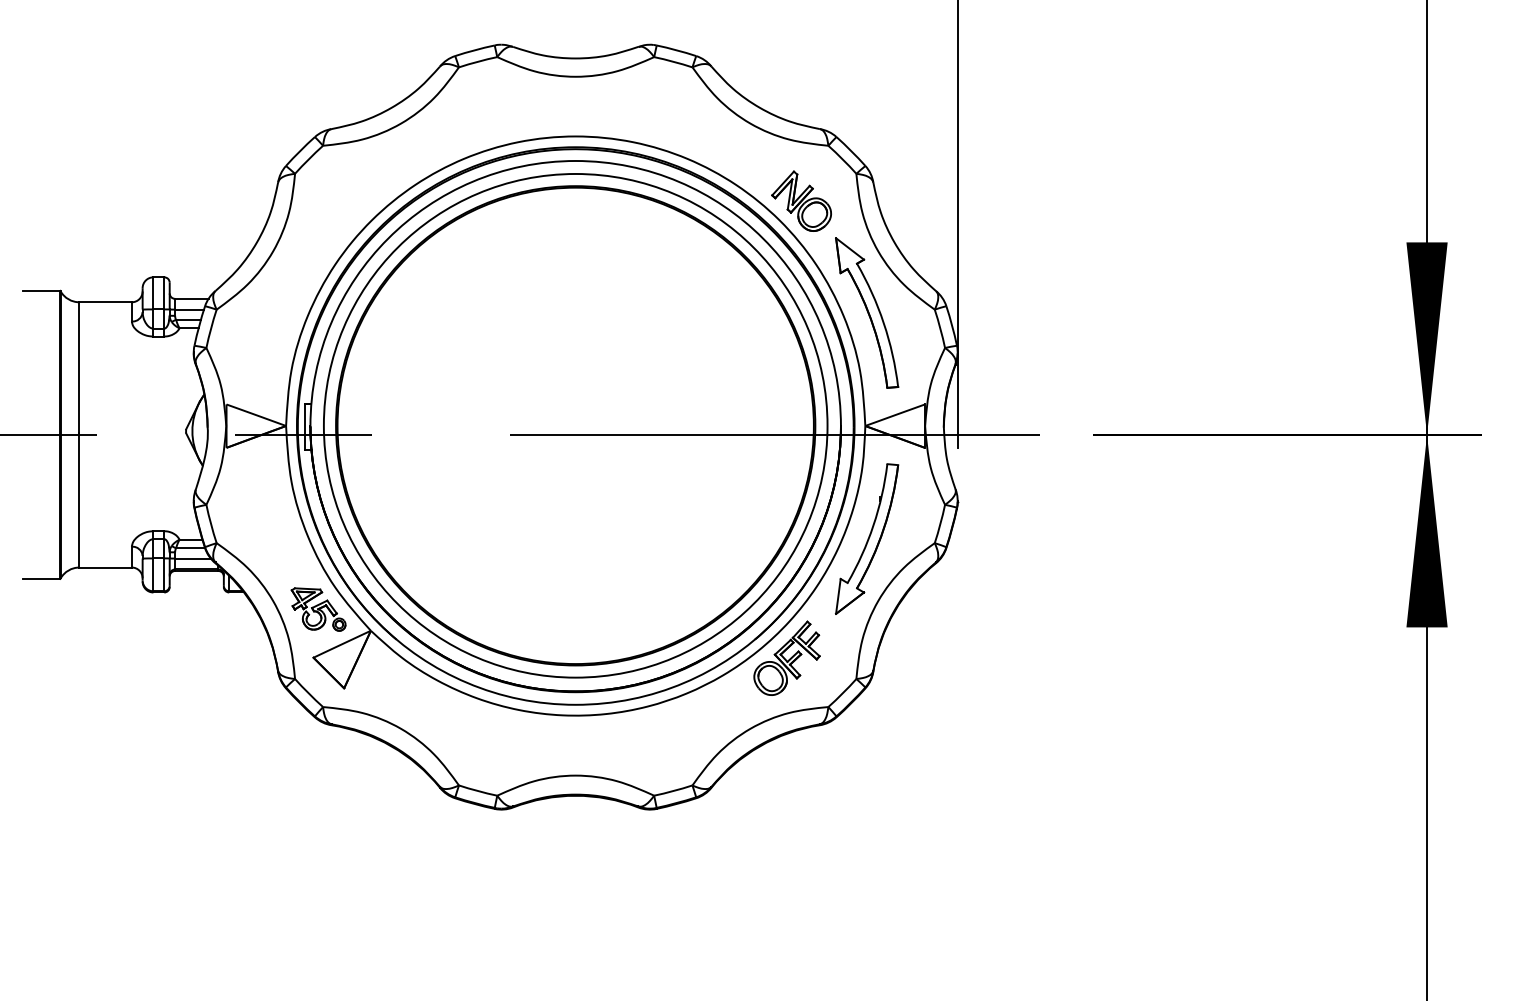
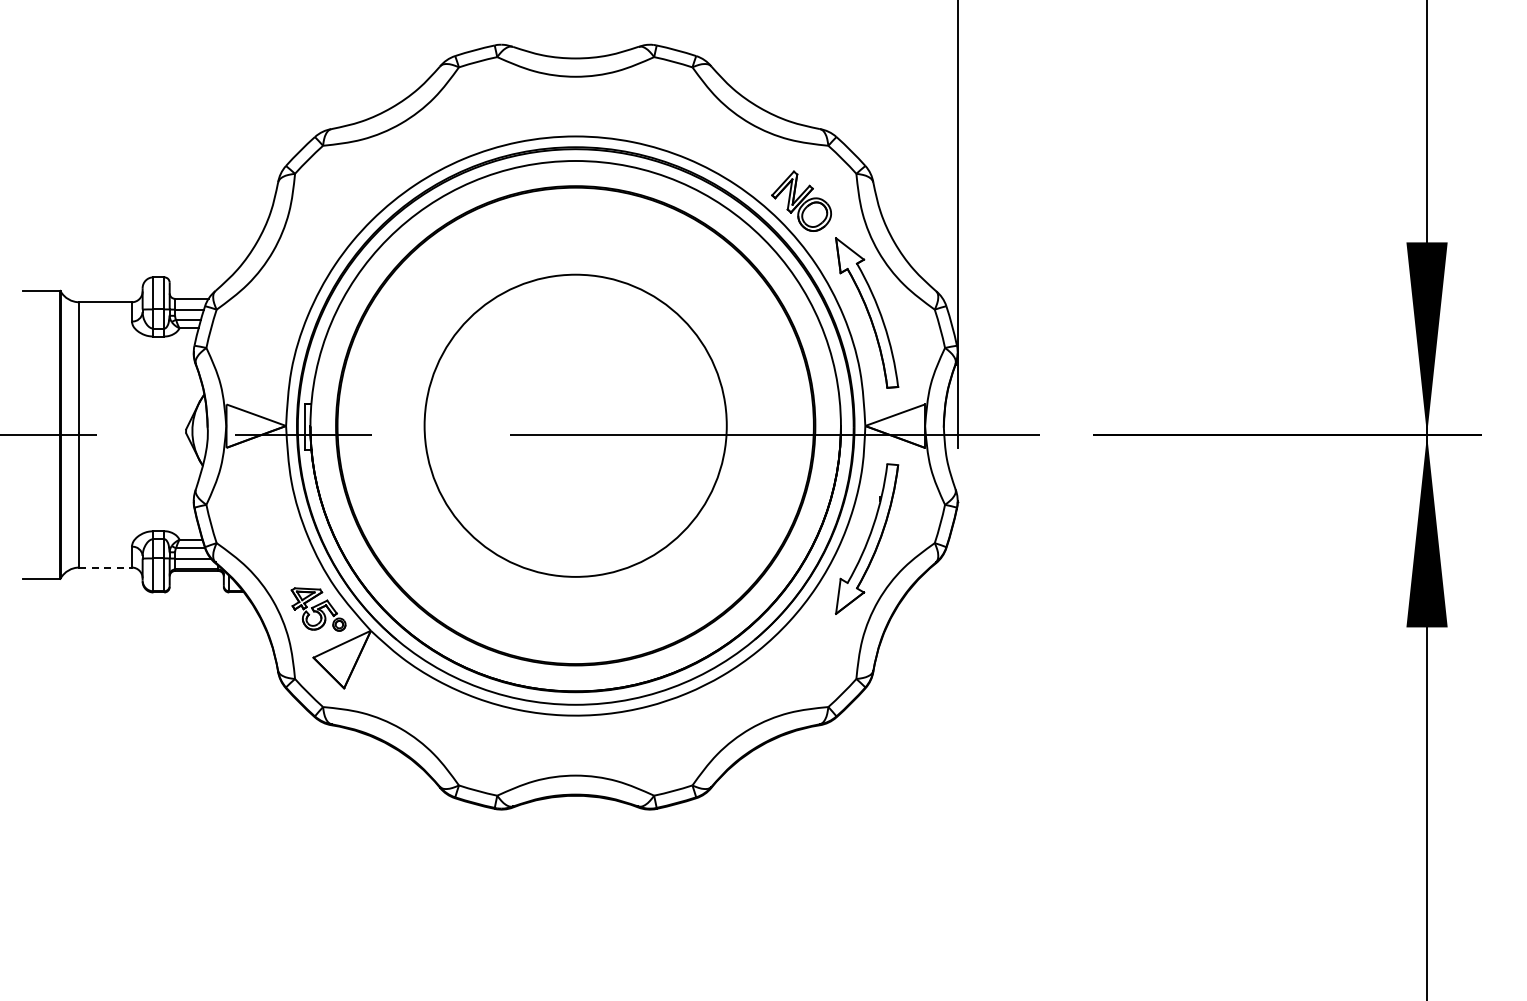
circle at (575, 425) diameter: 504 px -> 302 px
line at (106, 567): solid -> dashed
part at (786, 657): present -> none
